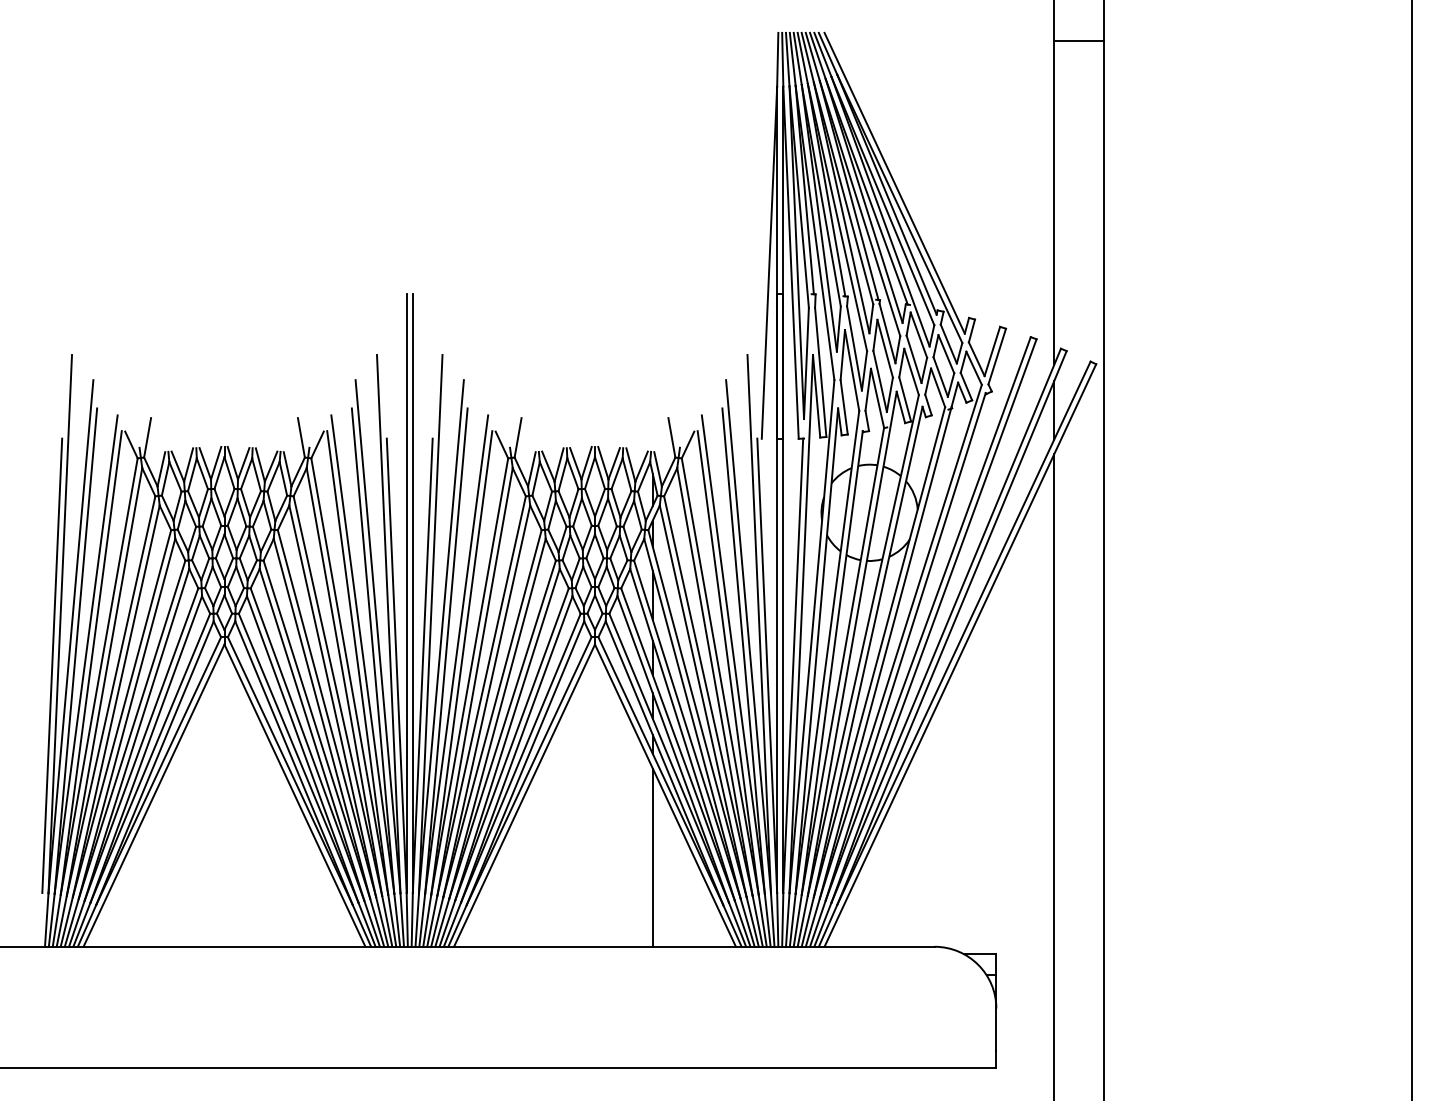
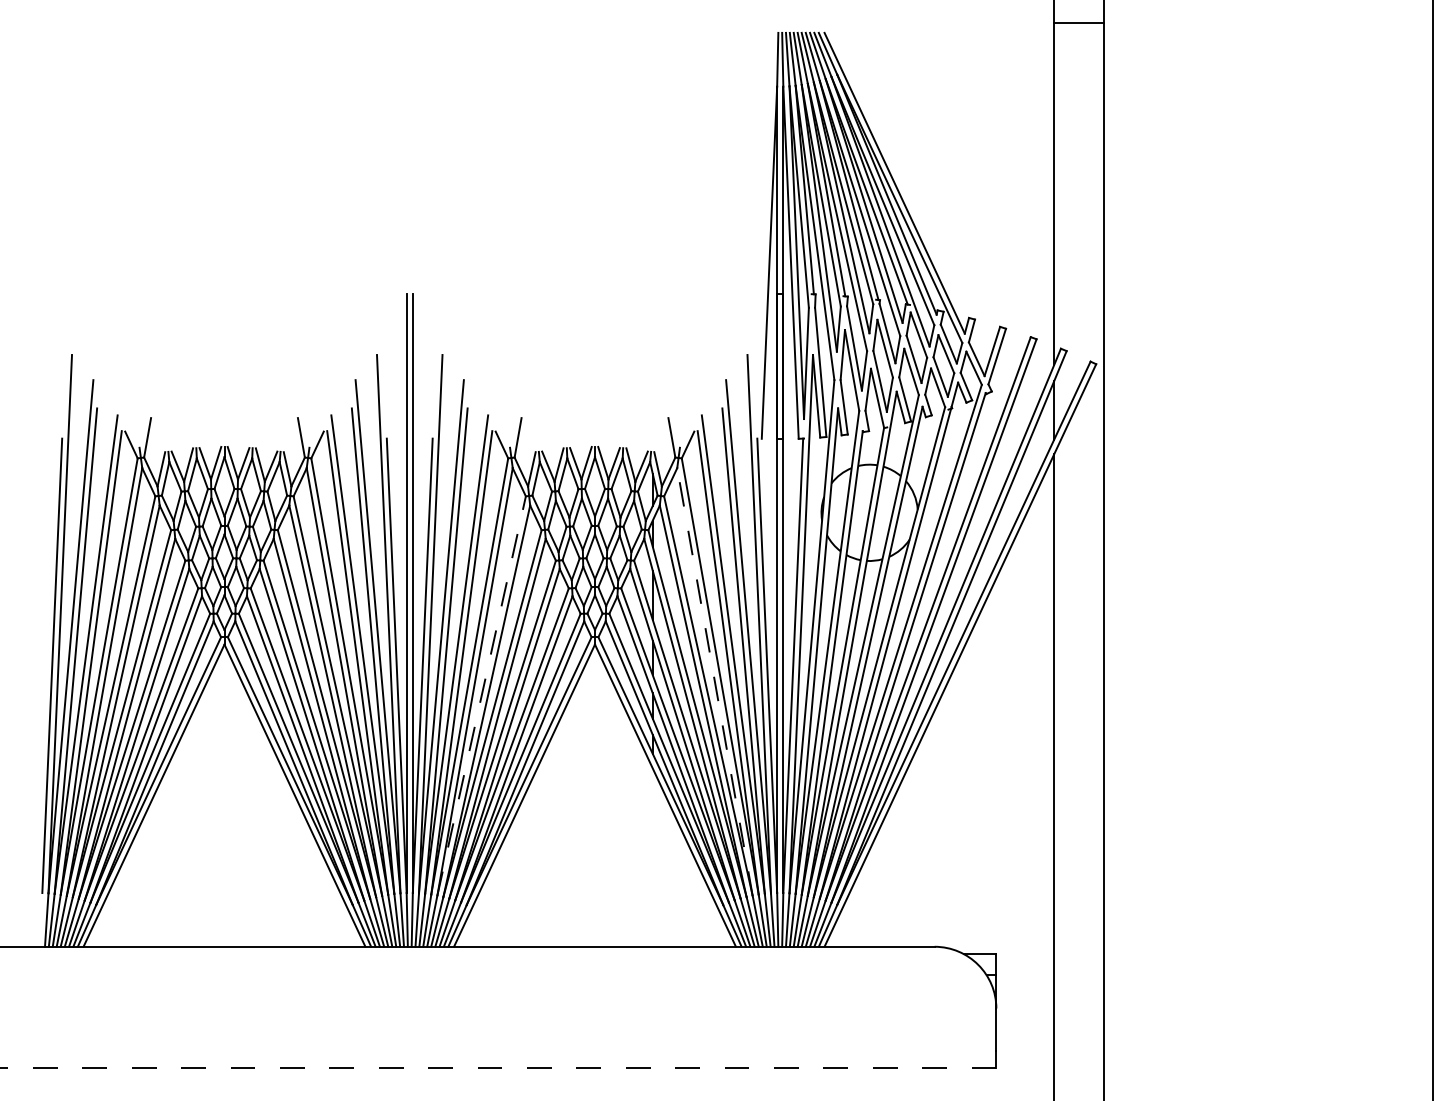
line at (1078, 41) position: (1078, 41) -> (1078, 23)
line at (1412, 549) position: (1412, 549) -> (1433, 549)
line at (714, 681): solid -> dashed
line at (481, 696): solid -> dashed
line at (652, 857): present -> none
line at (498, 1068): solid -> dashed
